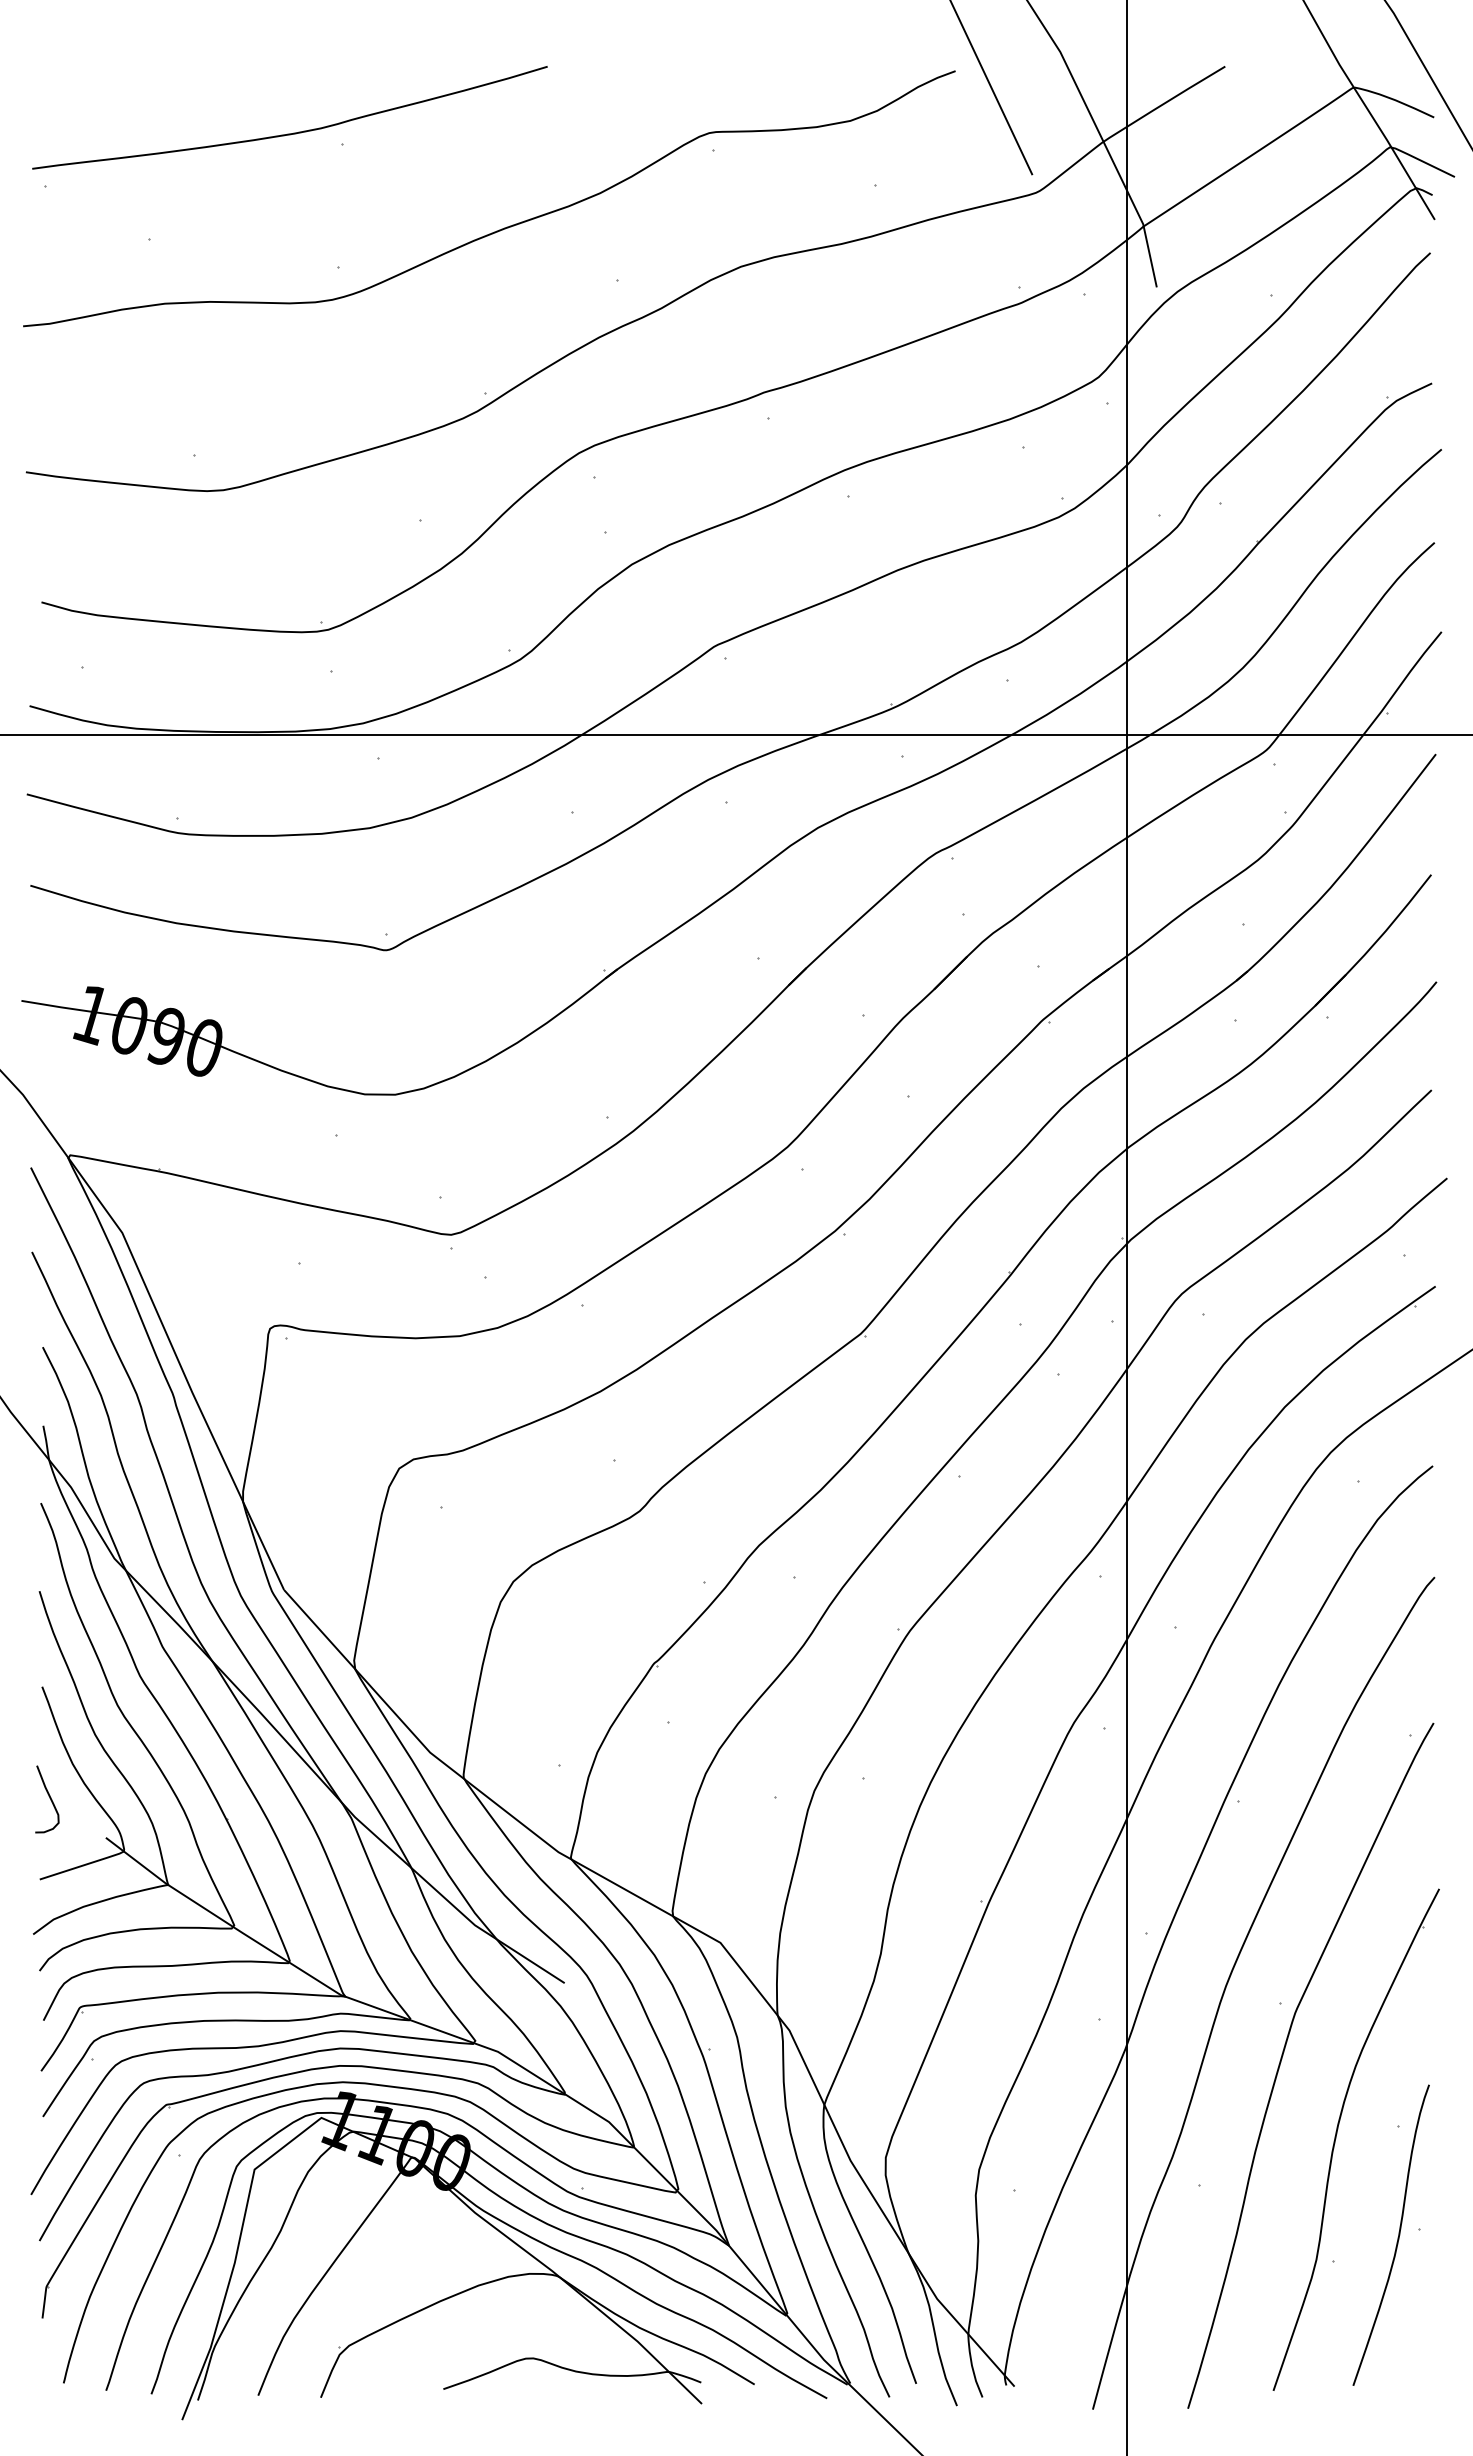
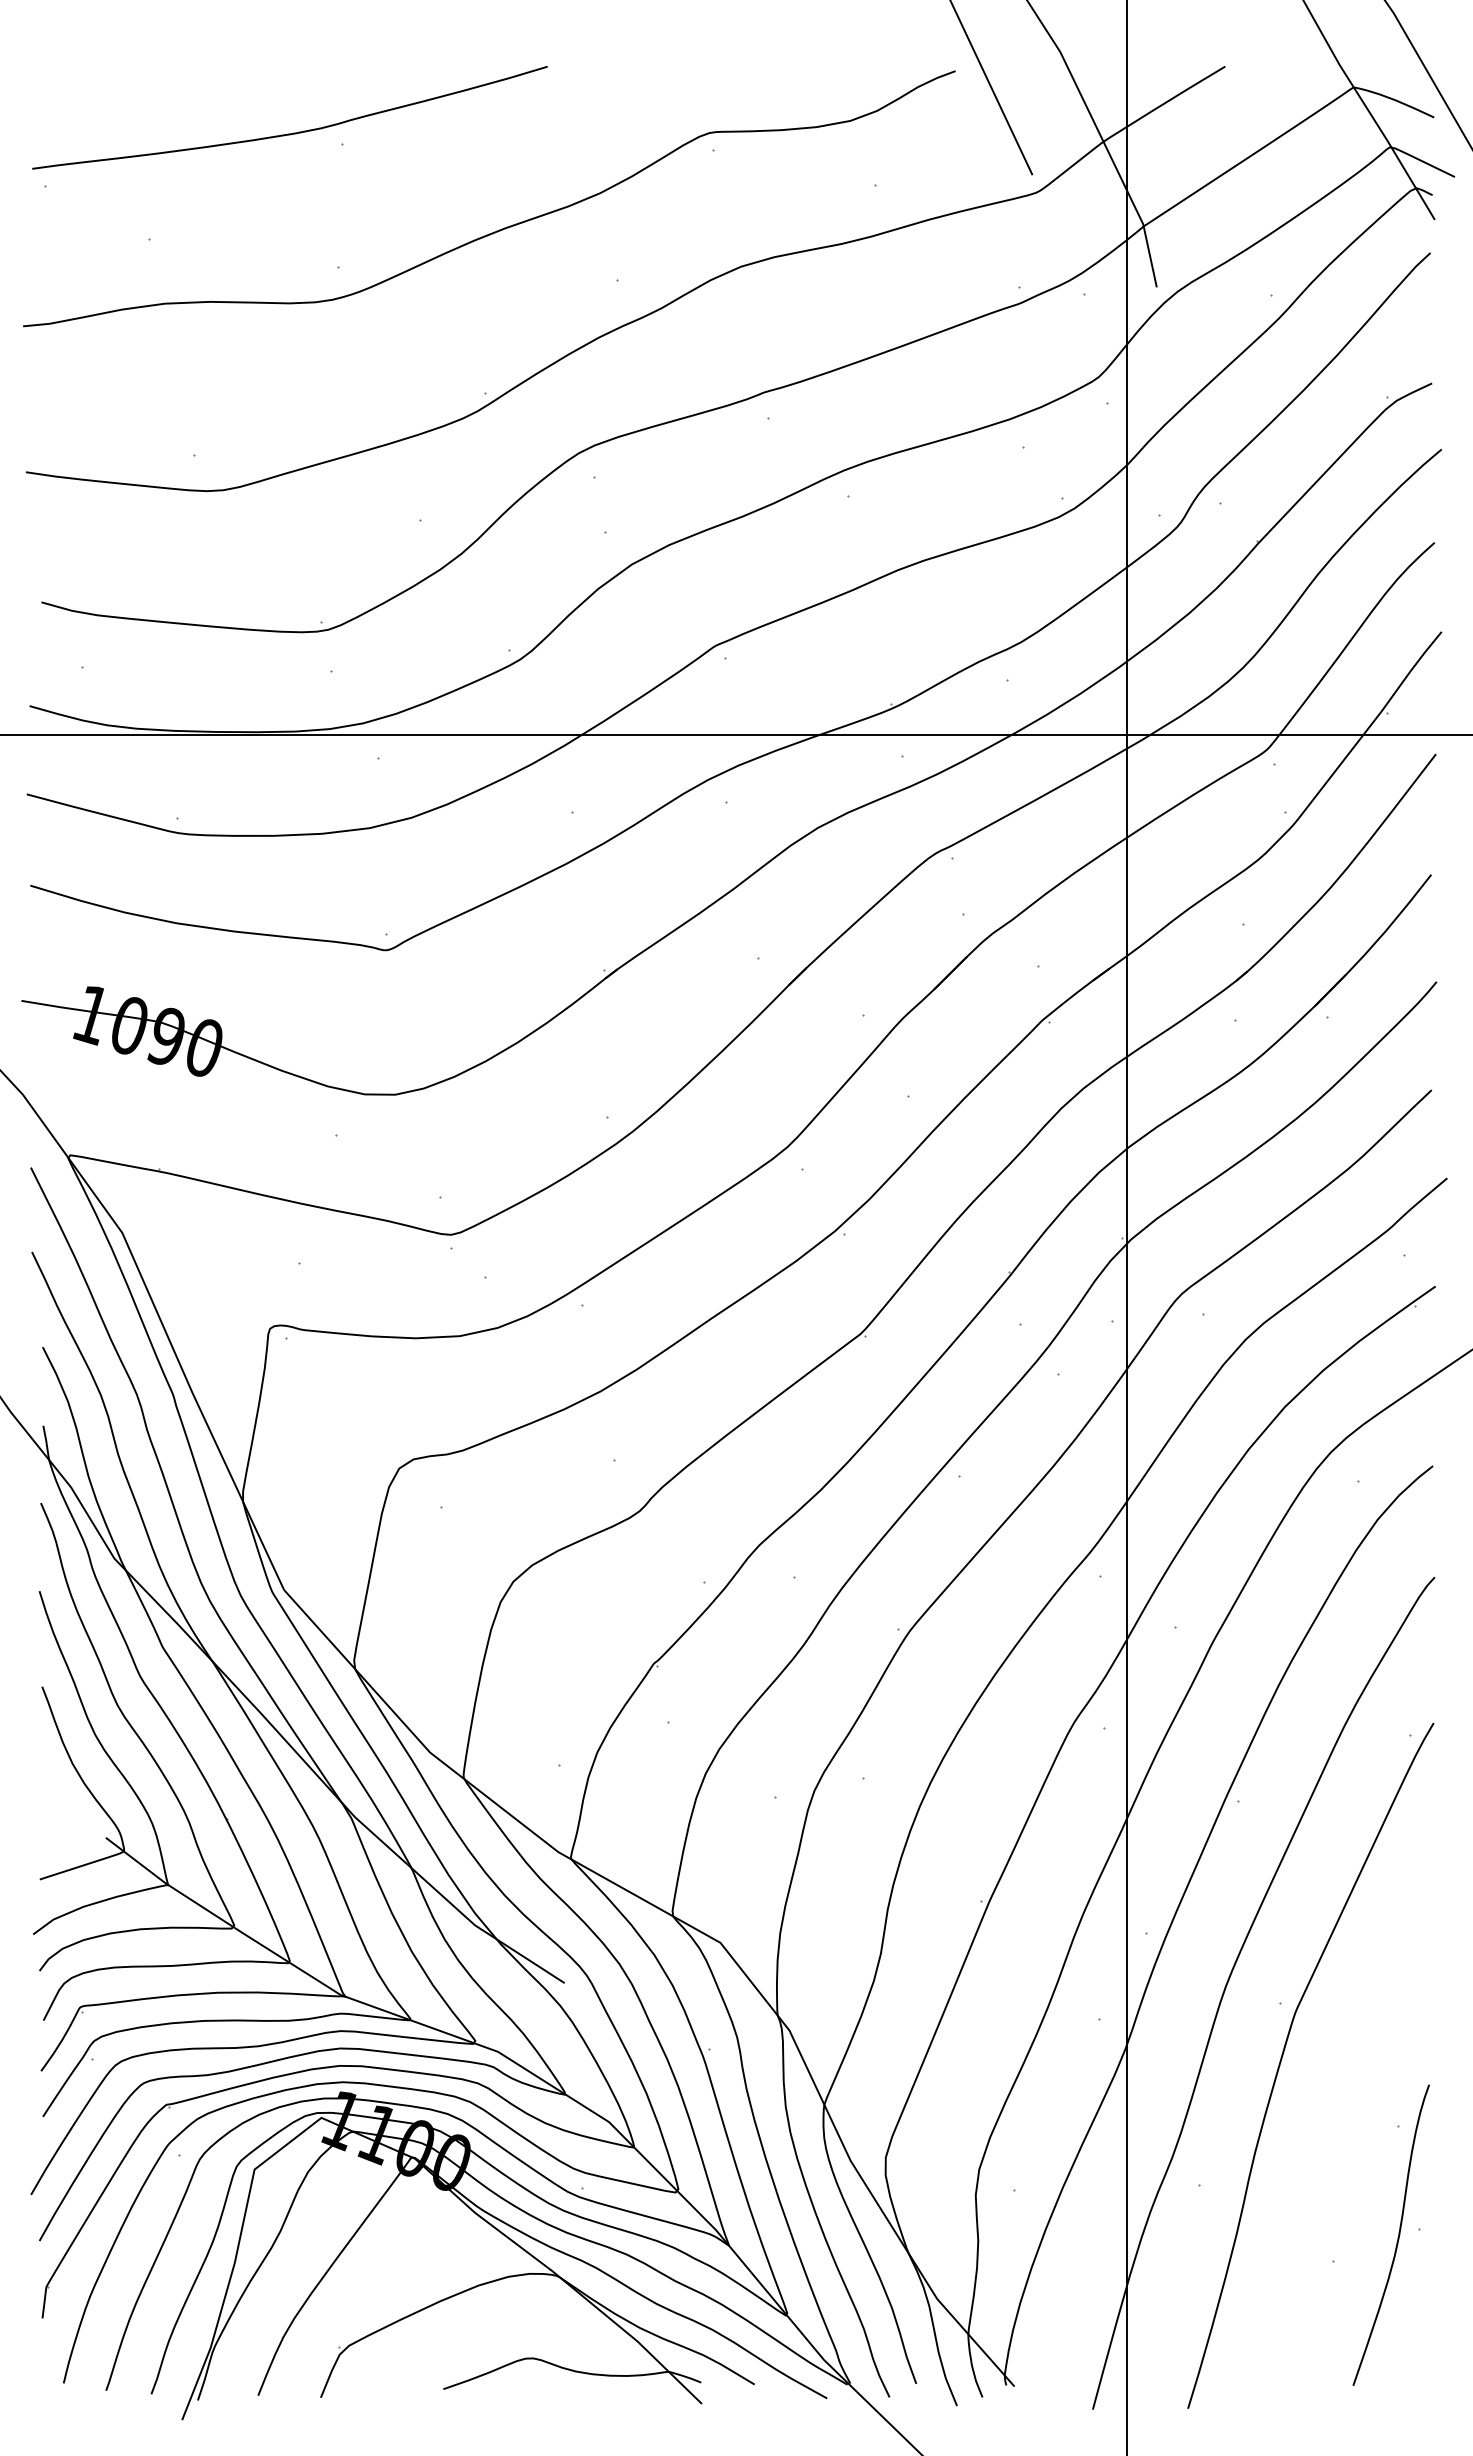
curve at (49, 1798): present -> none
part at (1337, 2134): present -> none
